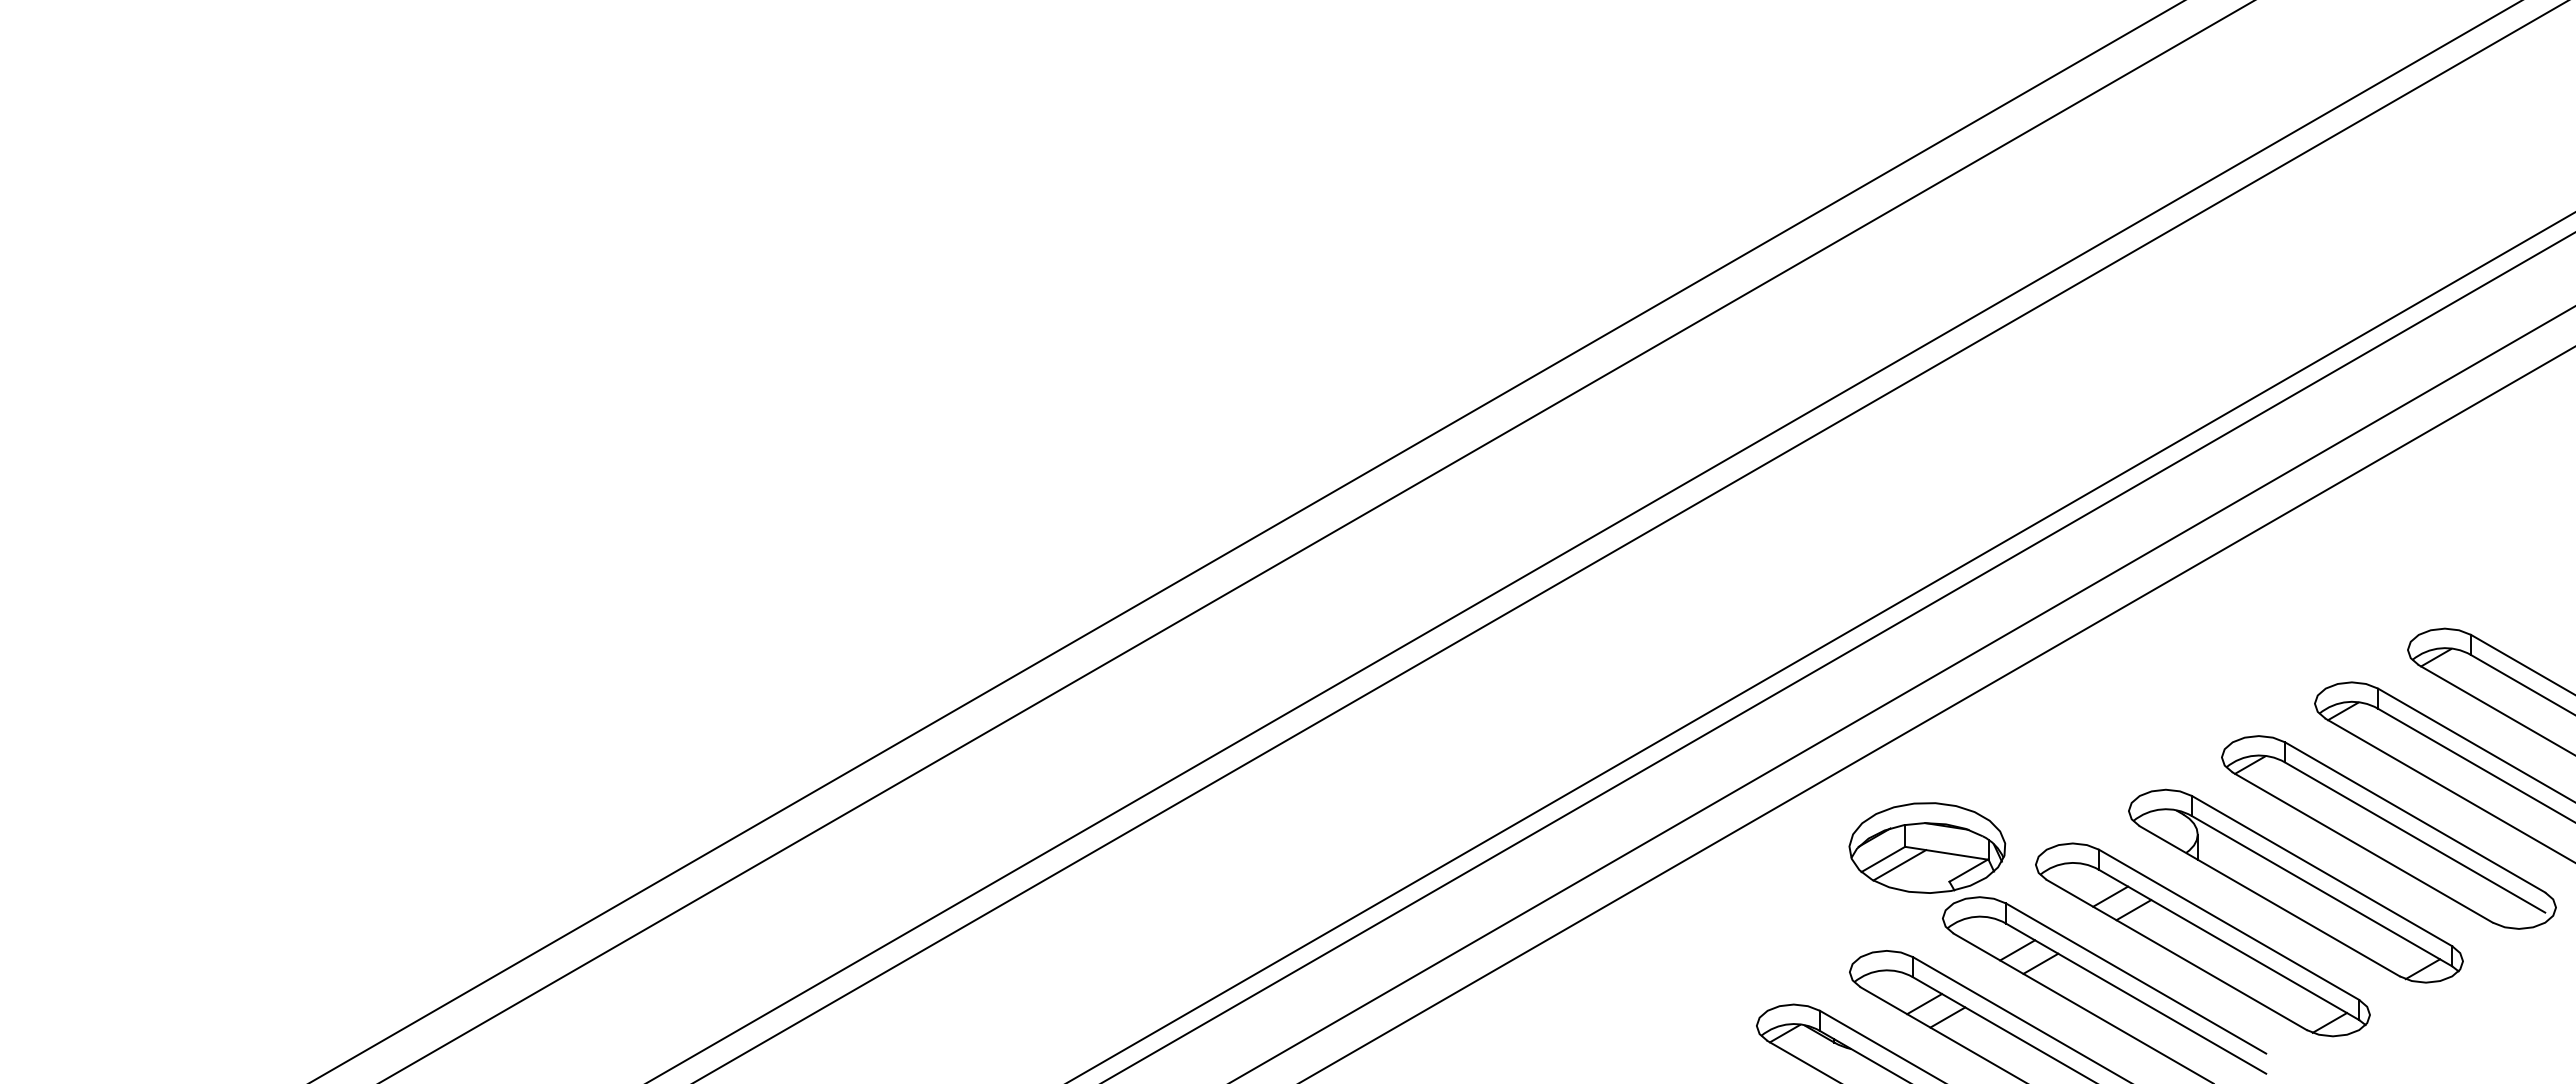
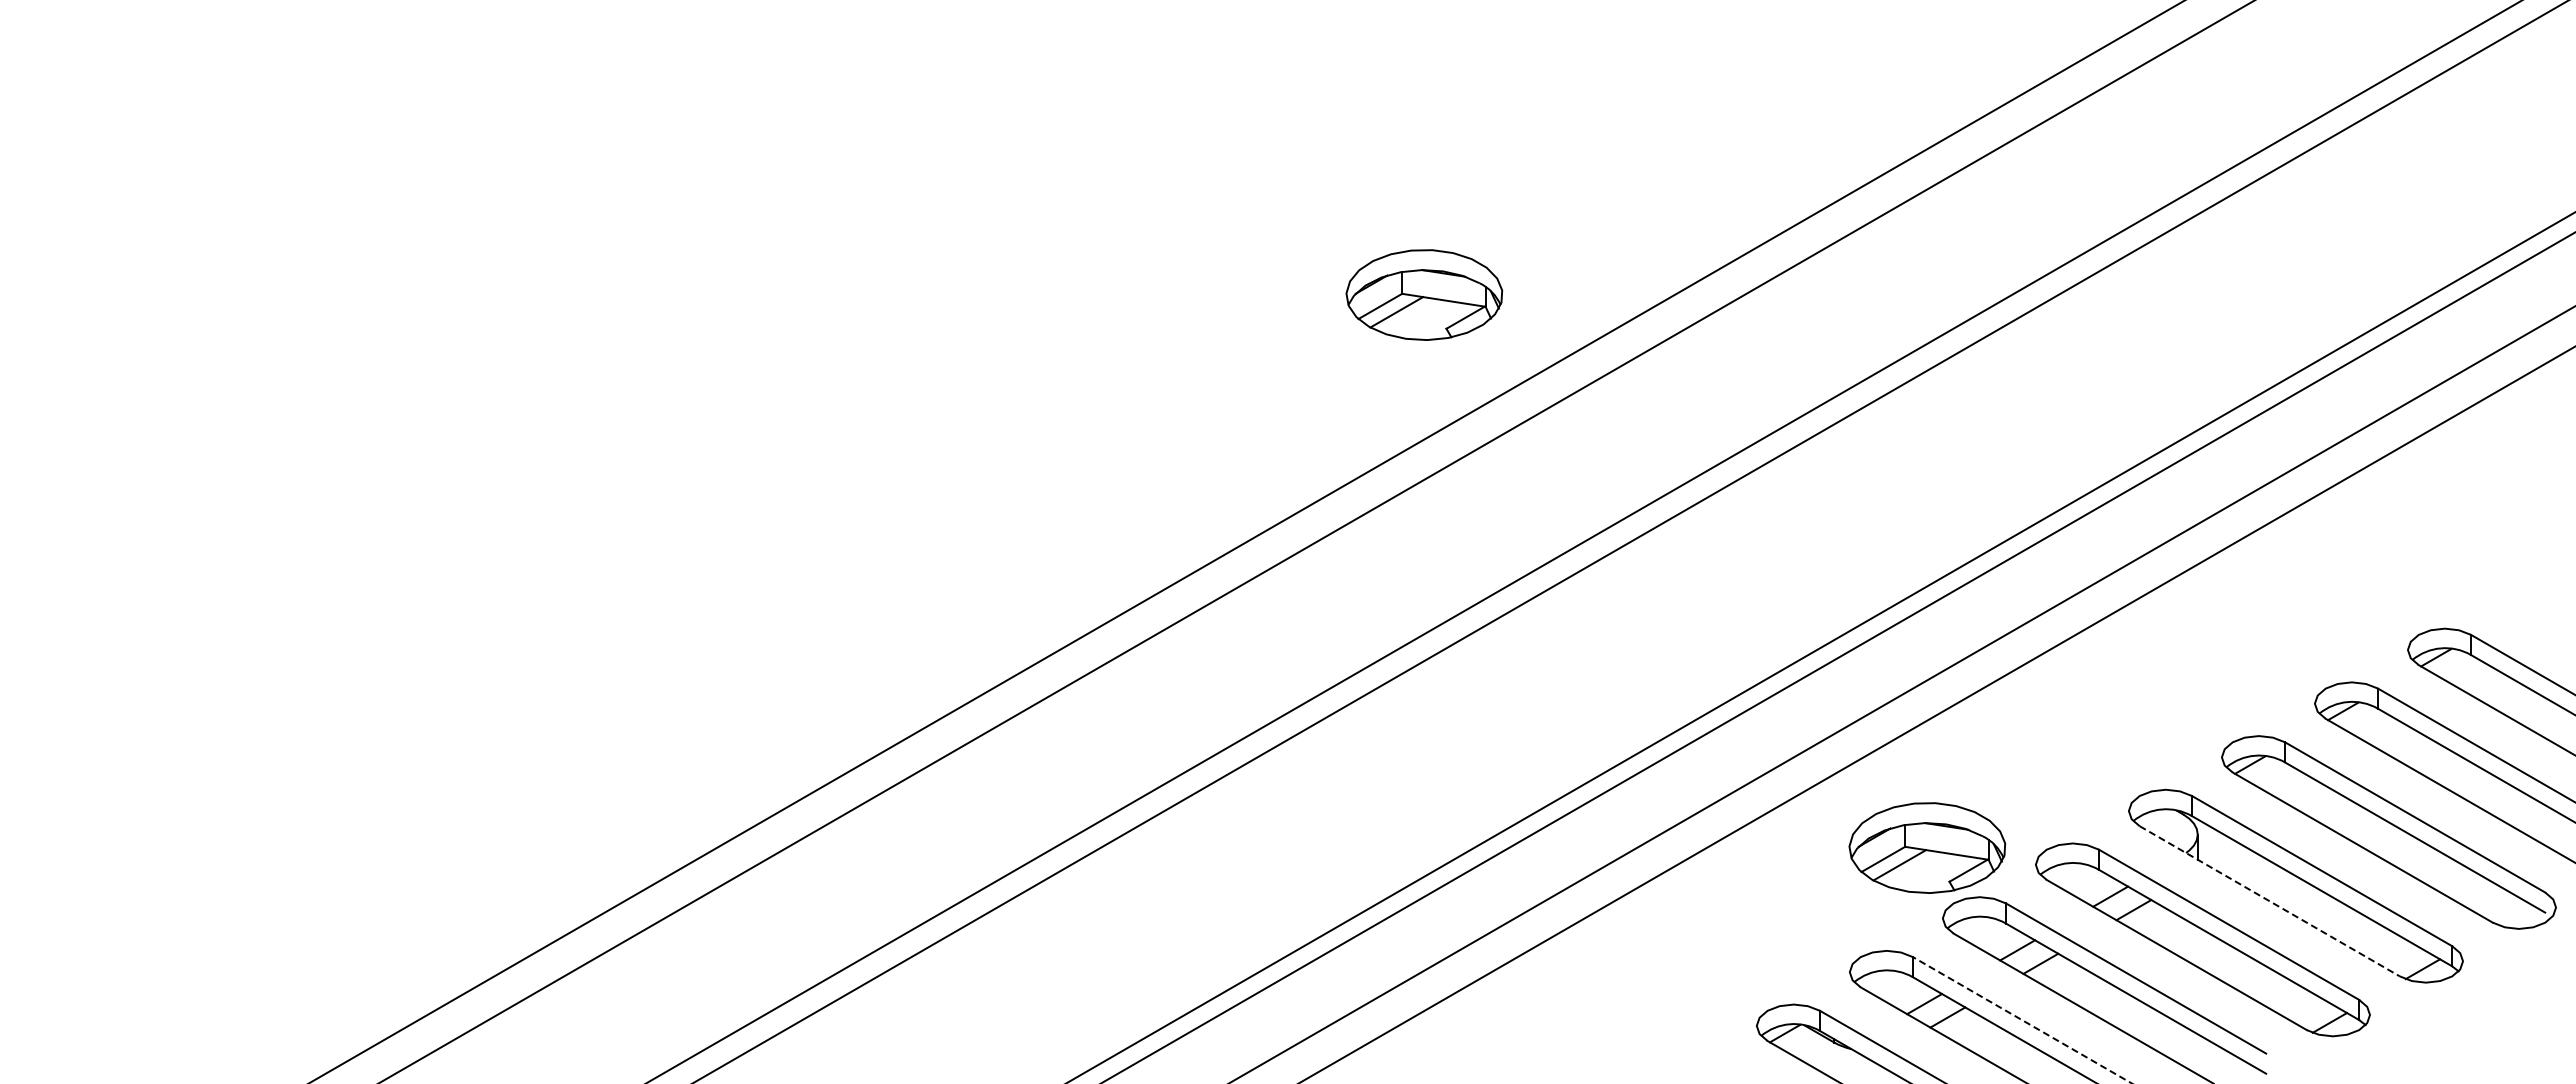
part at (1424, 294): none -> present
line at (2270, 901): solid -> dashed
line at (2022, 1020): solid -> dashed
